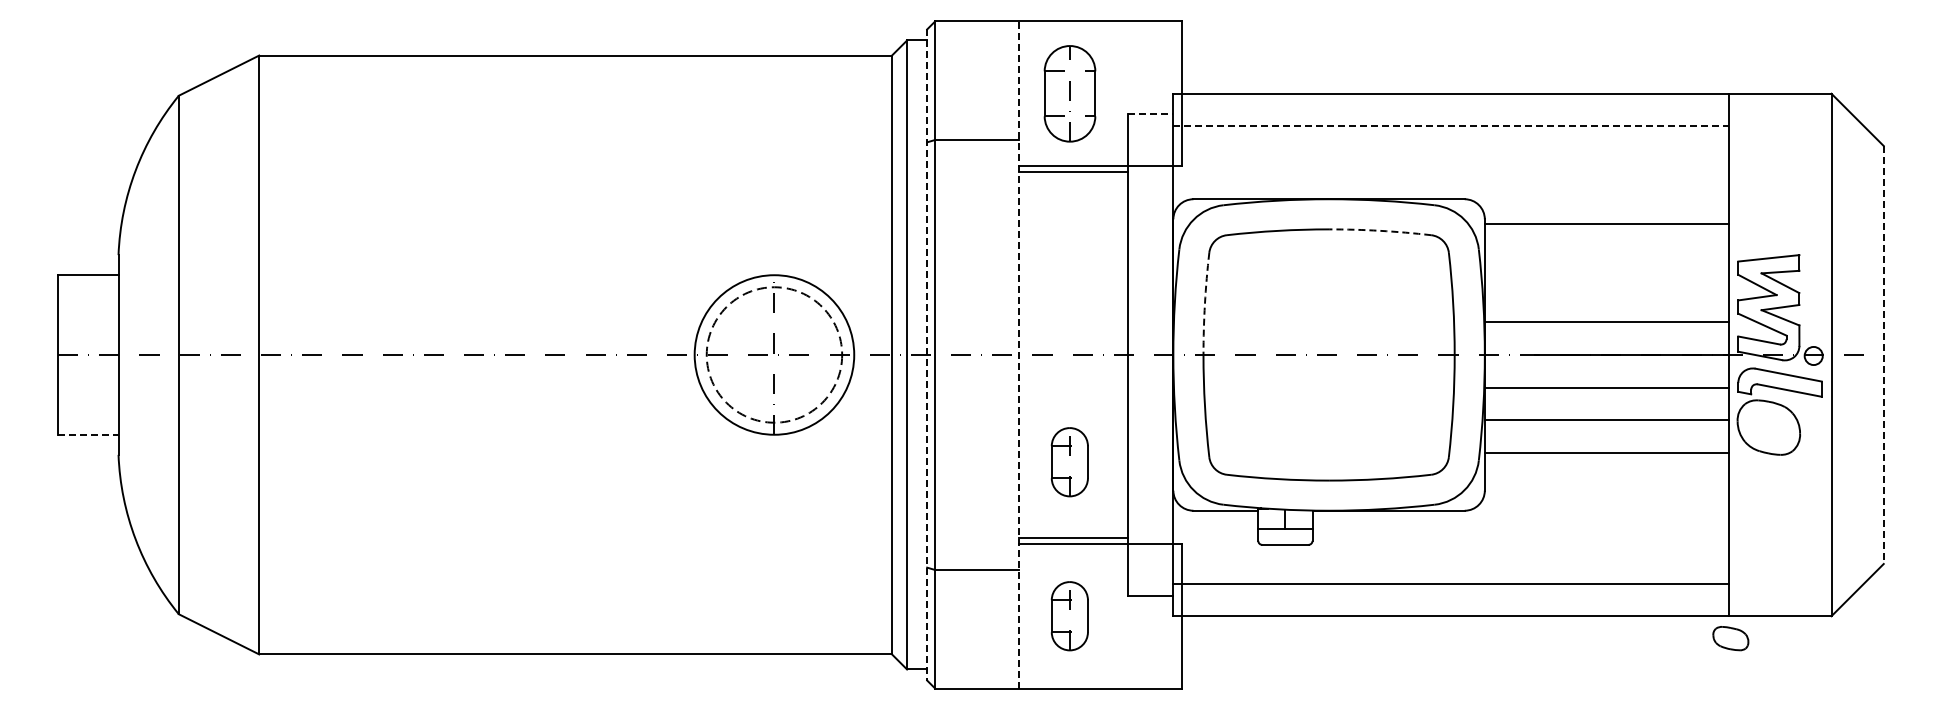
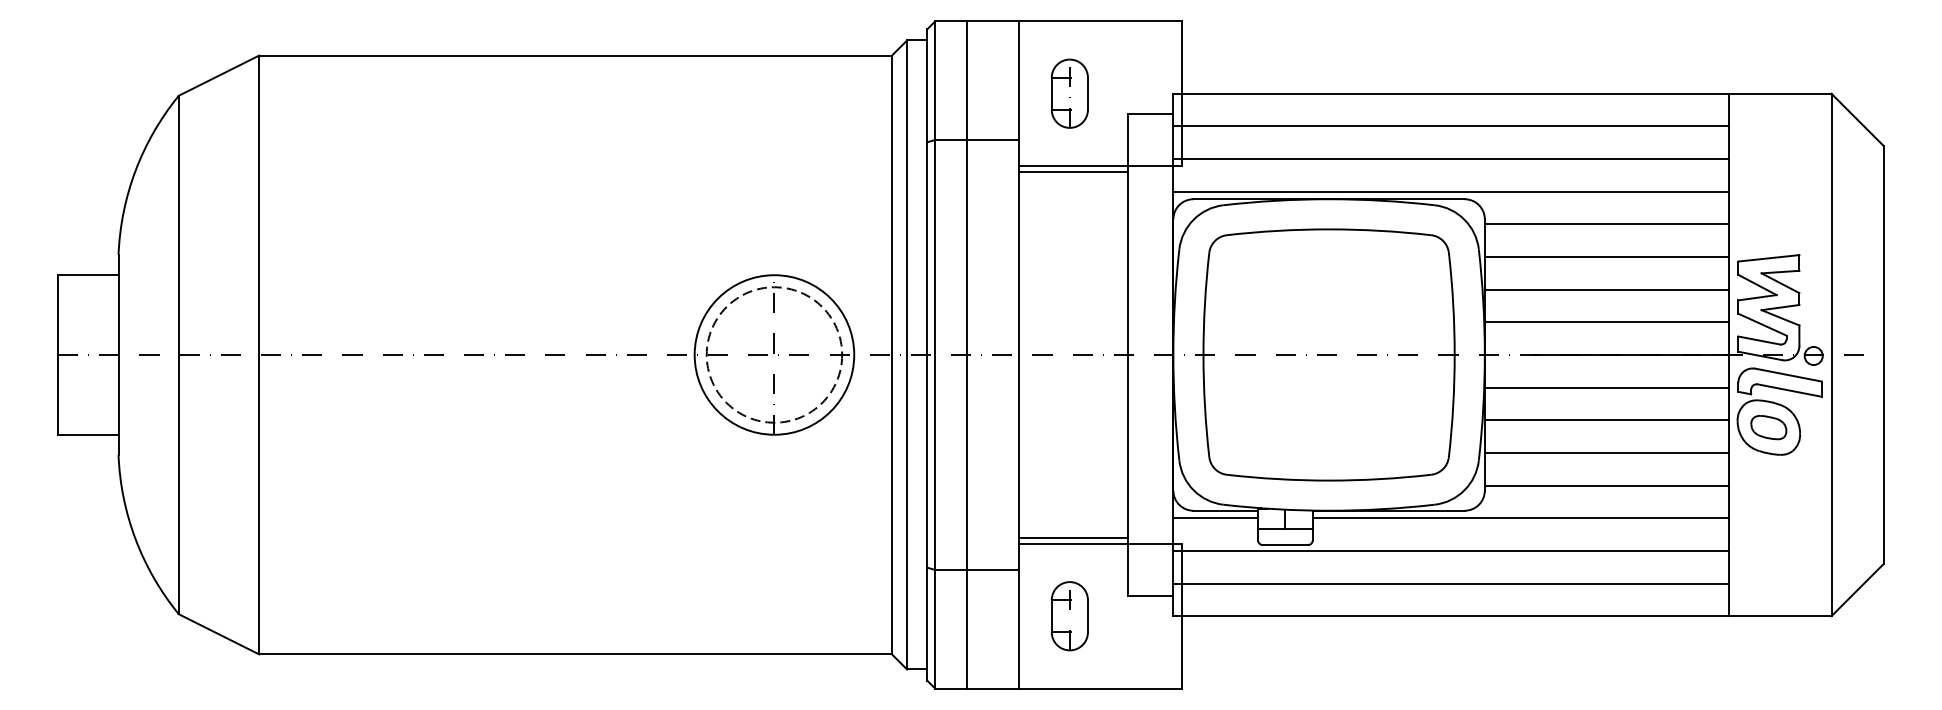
part at (1069, 93) size: 54x98 px -> 39x71 px
line at (1150, 113): dashed -> solid
line at (1450, 126): dashed -> solid
line at (1450, 159): none -> present
line at (1450, 191): none -> present
arc at (1380, 230): dashed -> solid
line at (1606, 257): none -> present
line at (1606, 289): none -> present
arc at (1204, 303): dashed -> solid
line at (967, 354): none -> present
line at (927, 355): dashed -> solid
line at (1018, 355): dashed -> solid
line at (1883, 355): dashed -> solid
line at (88, 434): dashed -> solid
part at (1069, 462): present -> none
line at (1606, 485): none -> present
line at (1215, 518): none -> present
line at (1520, 518): none -> present
line at (1450, 550): none -> present
part at (1730, 638) position: (1730, 638) -> (1768, 427)
